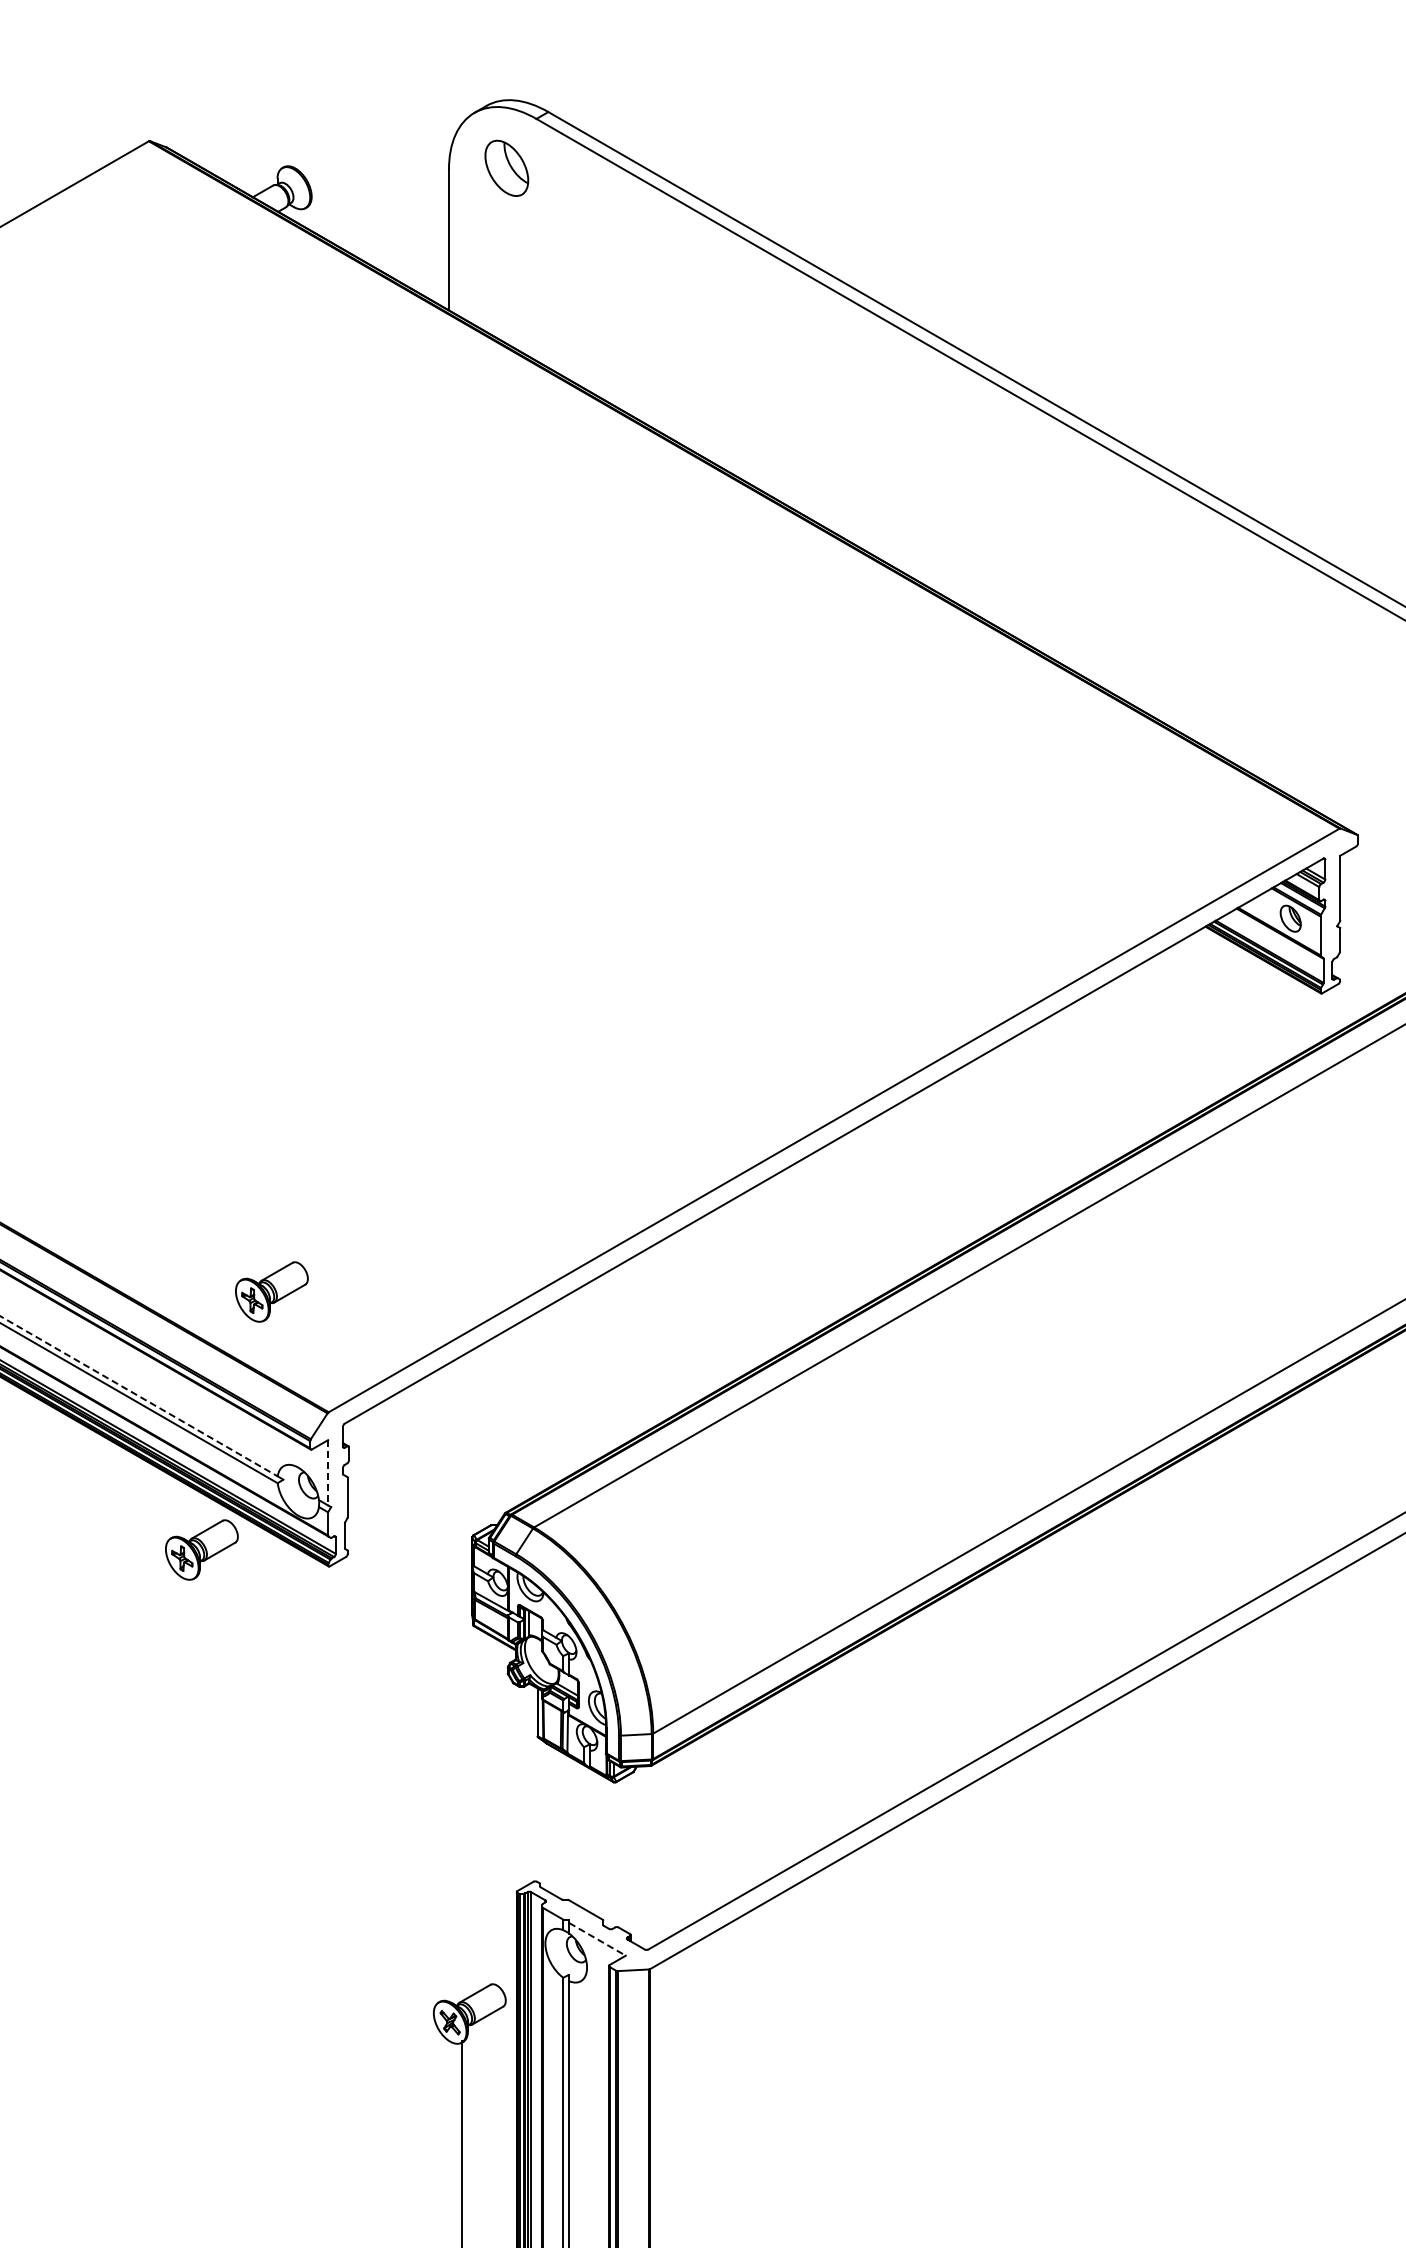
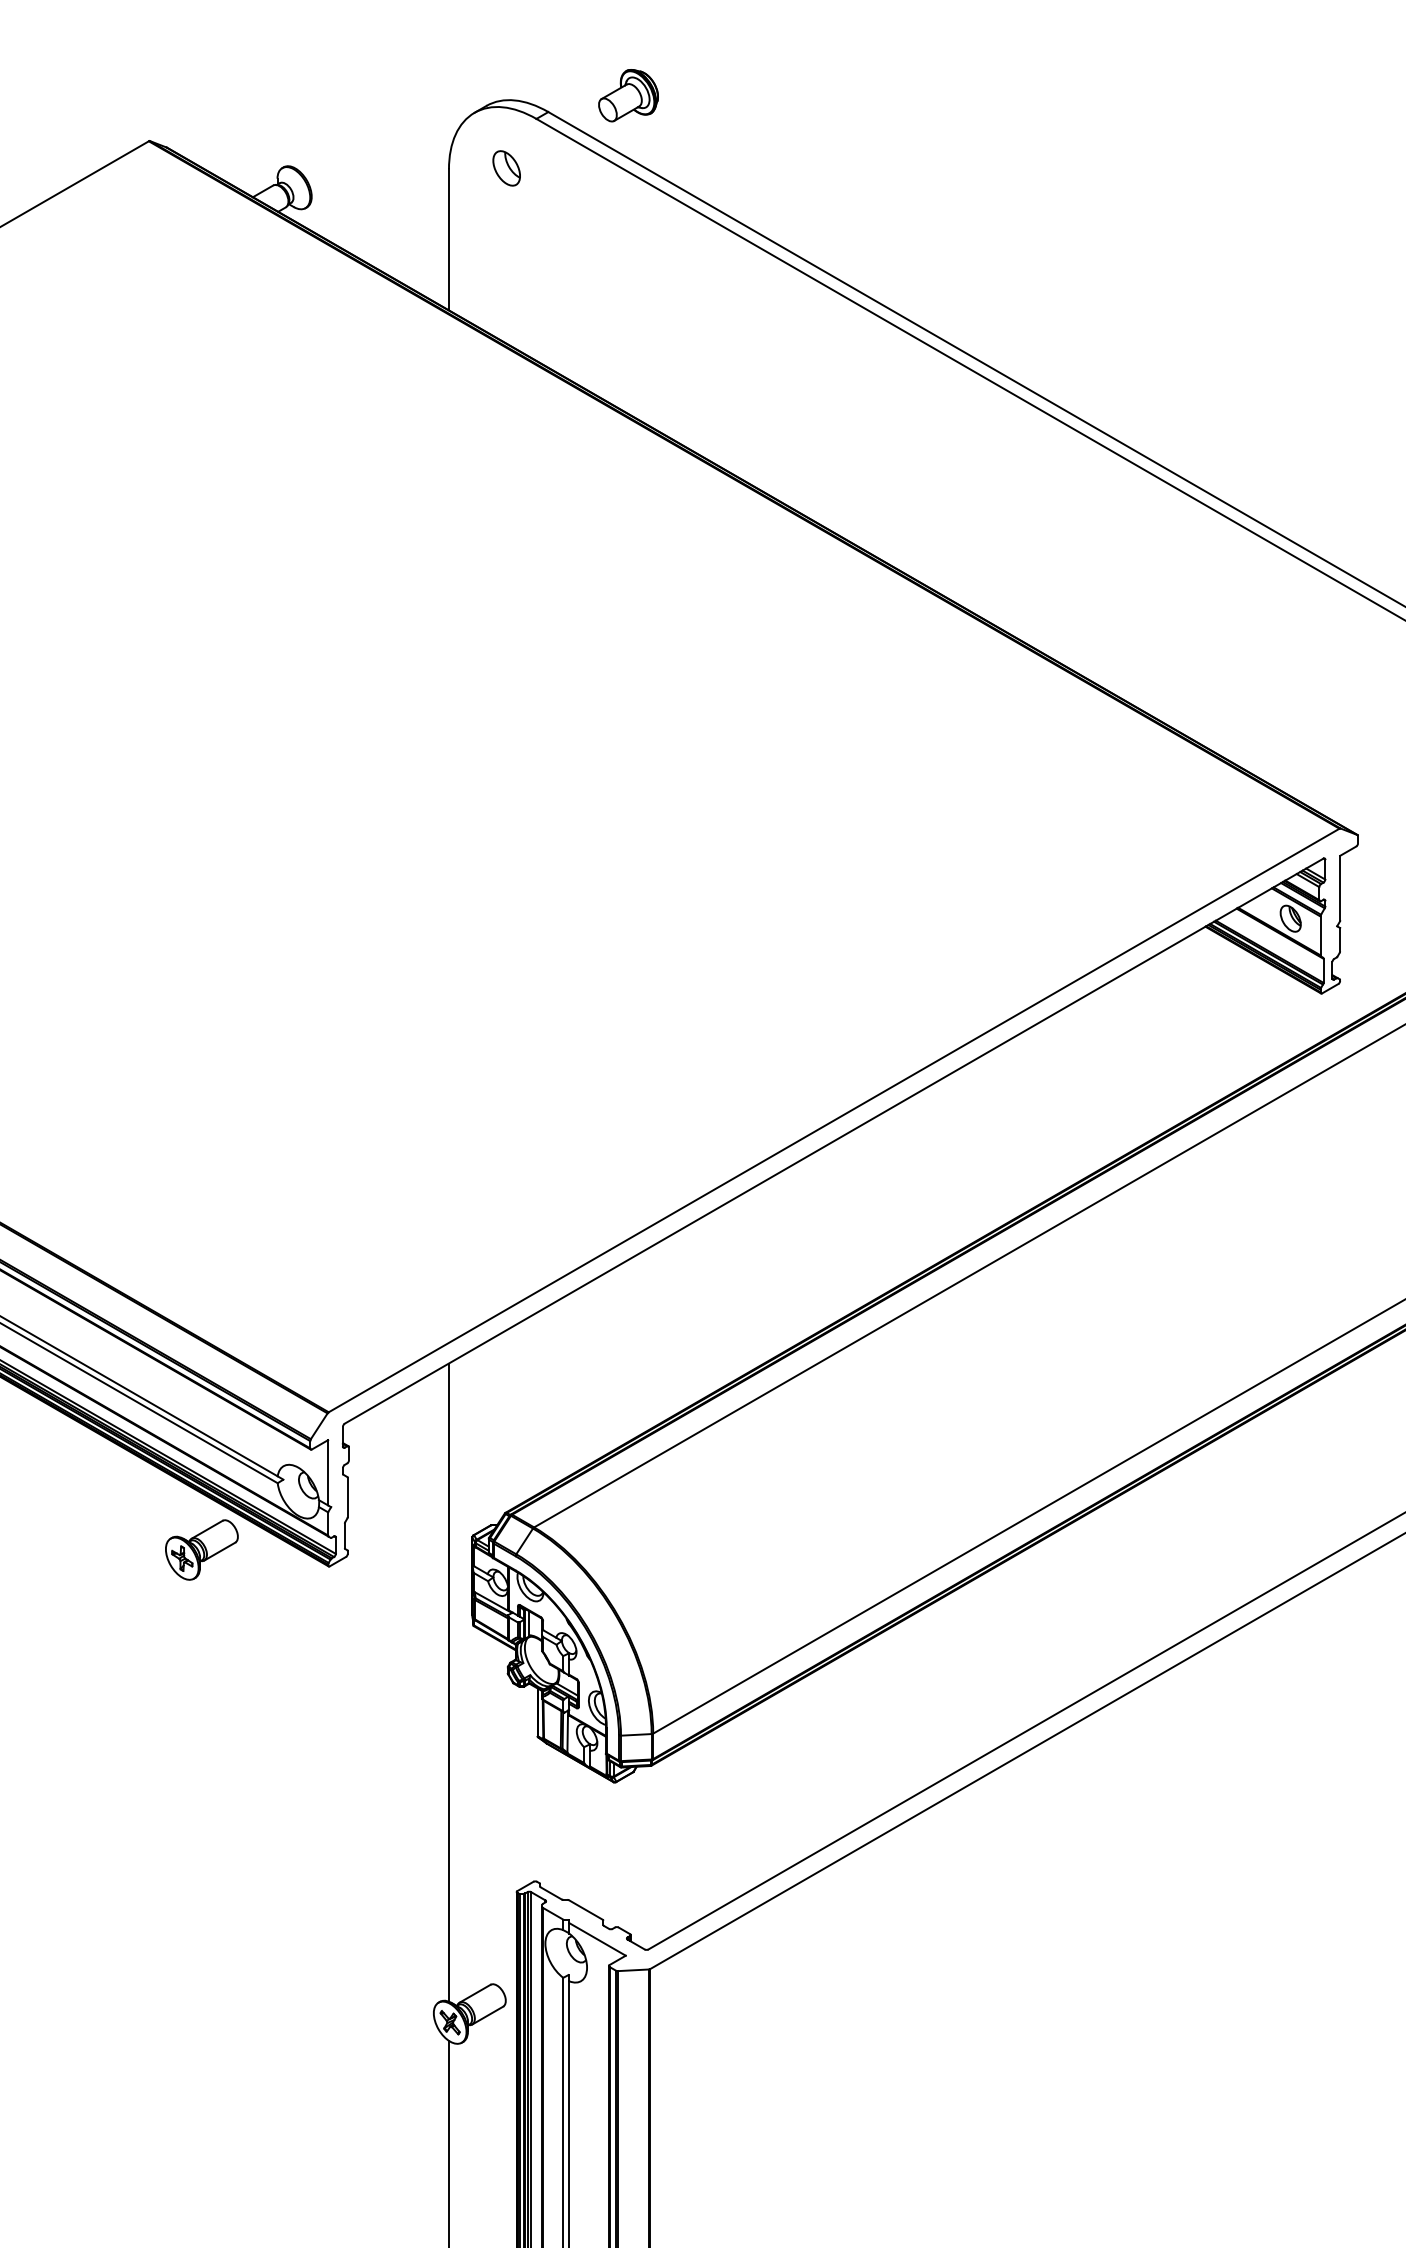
part at (628, 95): none -> present
part at (506, 167) size: 46x58 px -> 29x37 px
part at (271, 1291): present -> none
line at (139, 1396): dashed -> solid
line at (328, 1472): dashed -> solid
line at (448, 1682): none -> present
line at (597, 1939): dashed -> solid
line at (461, 2142) position: (461, 2142) -> (448, 2142)
